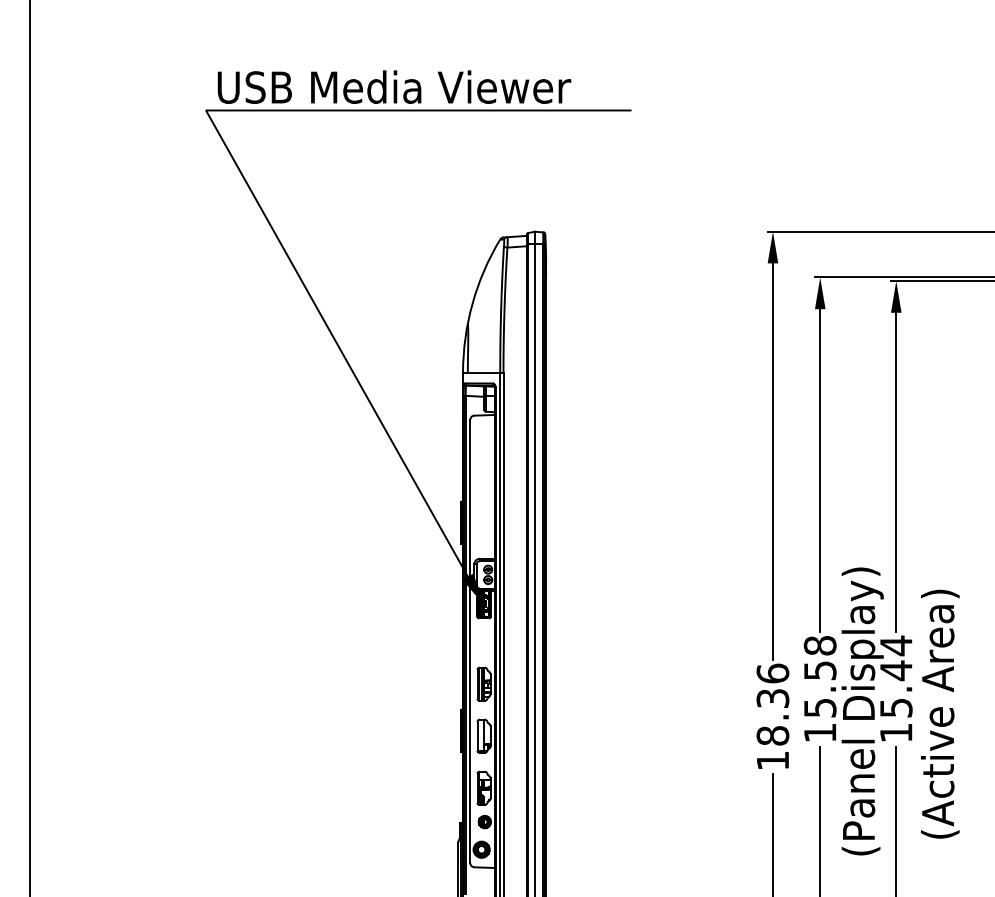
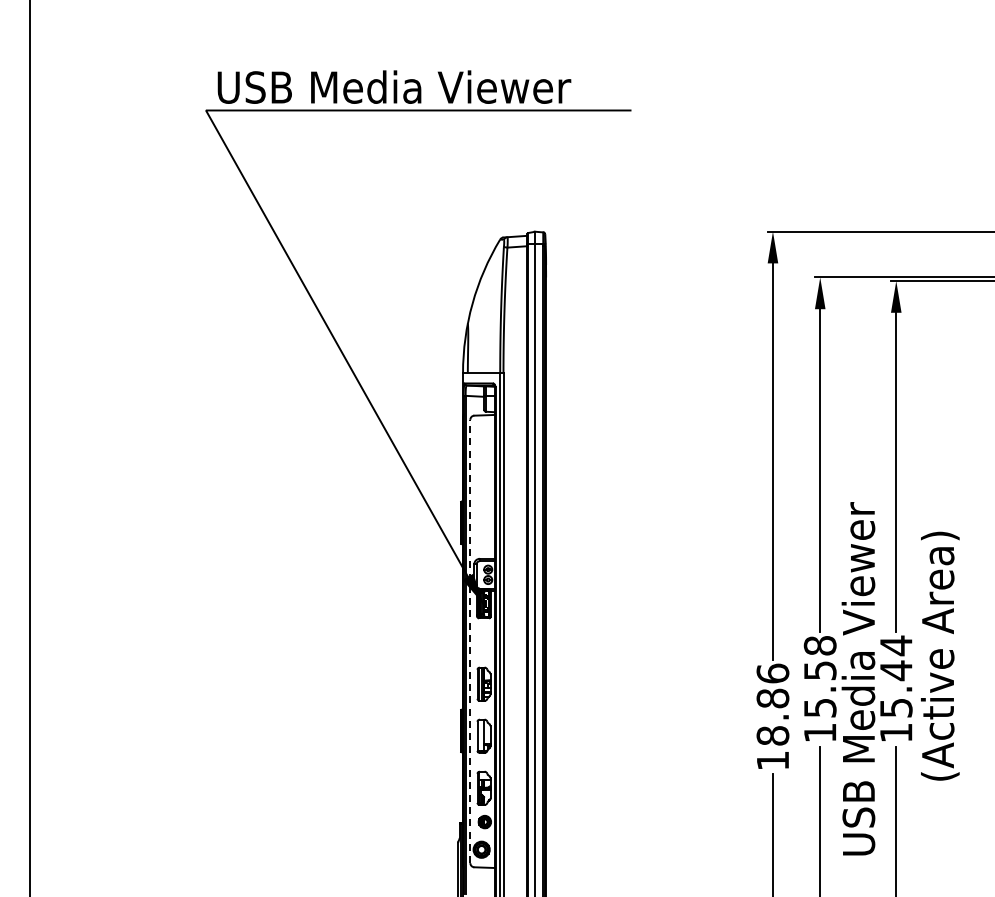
line at (470, 641): solid -> dashed
text at (862, 678): (Panel Display) -> USB Media Viewer
text at (772, 698): 18.36 -> 18.86
text at (940, 713) position: (940, 713) -> (940, 655)
